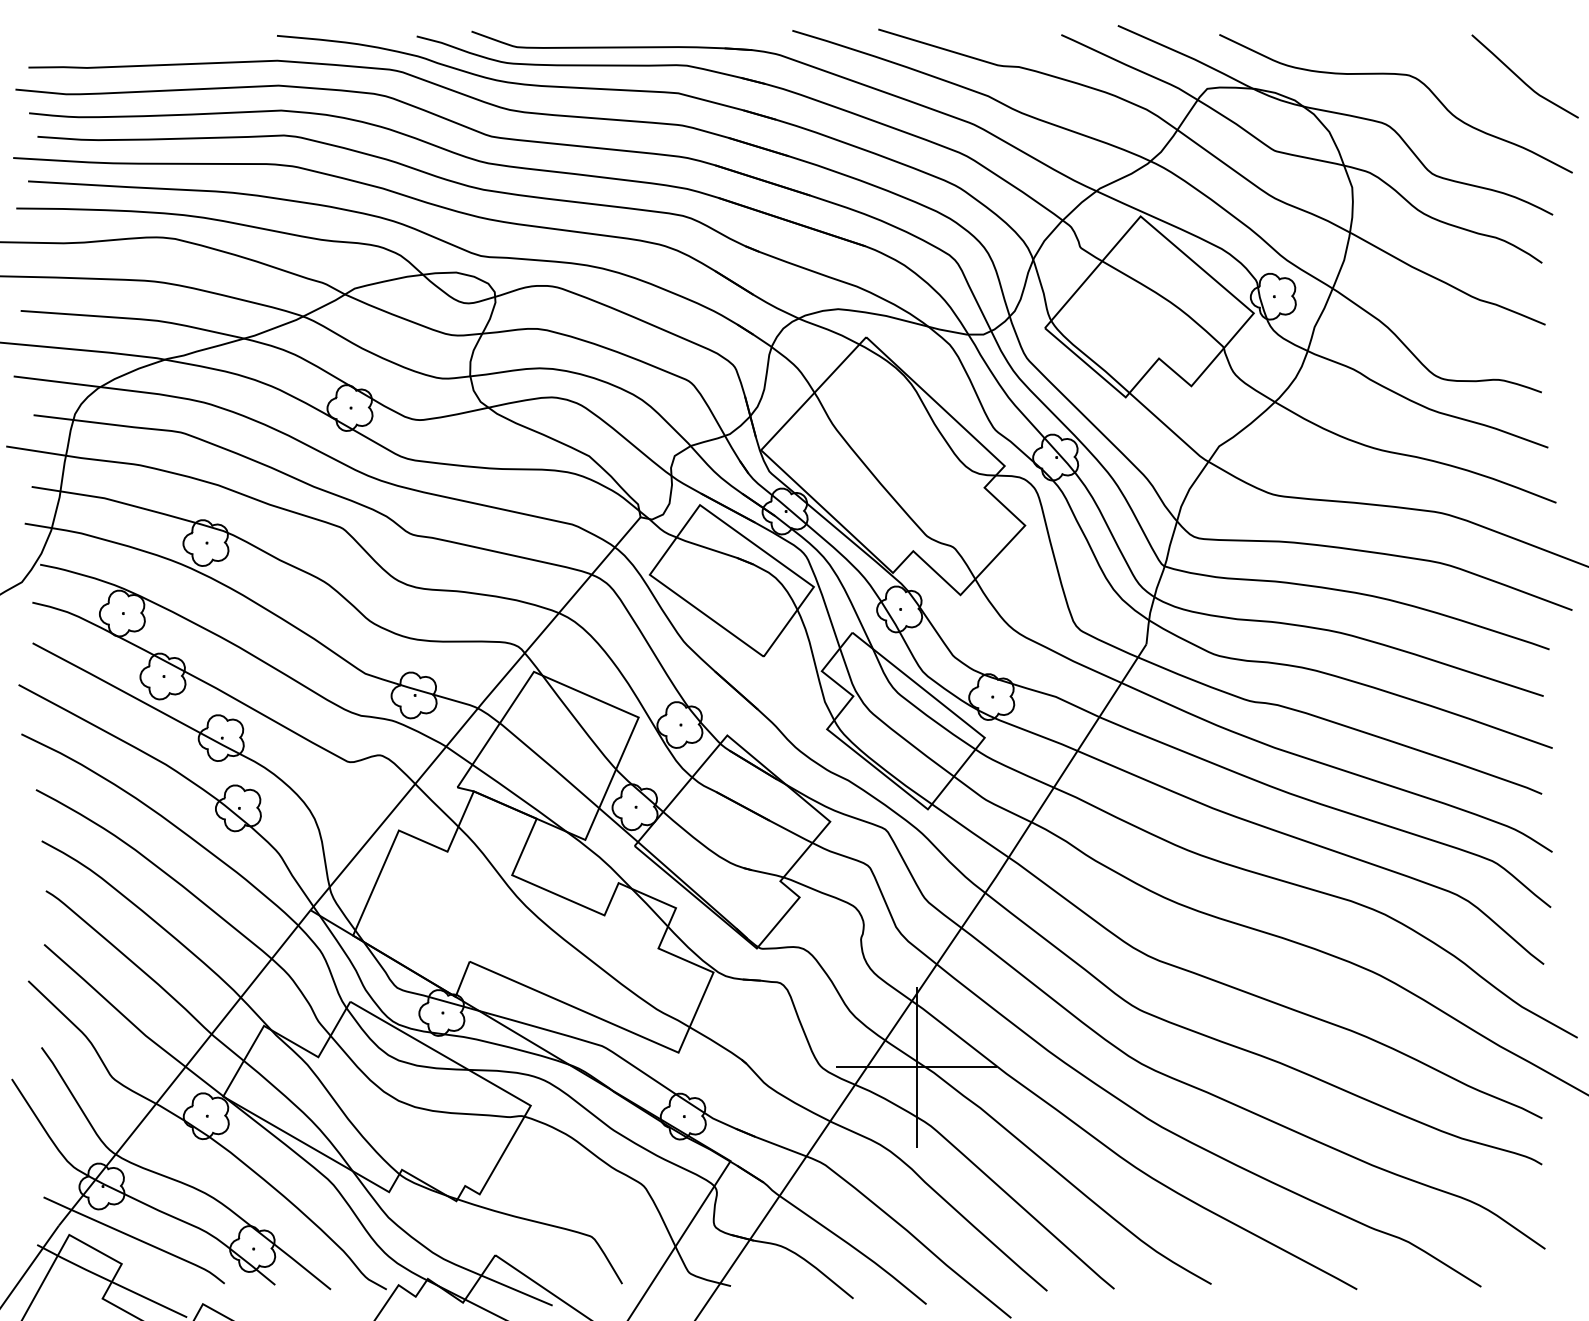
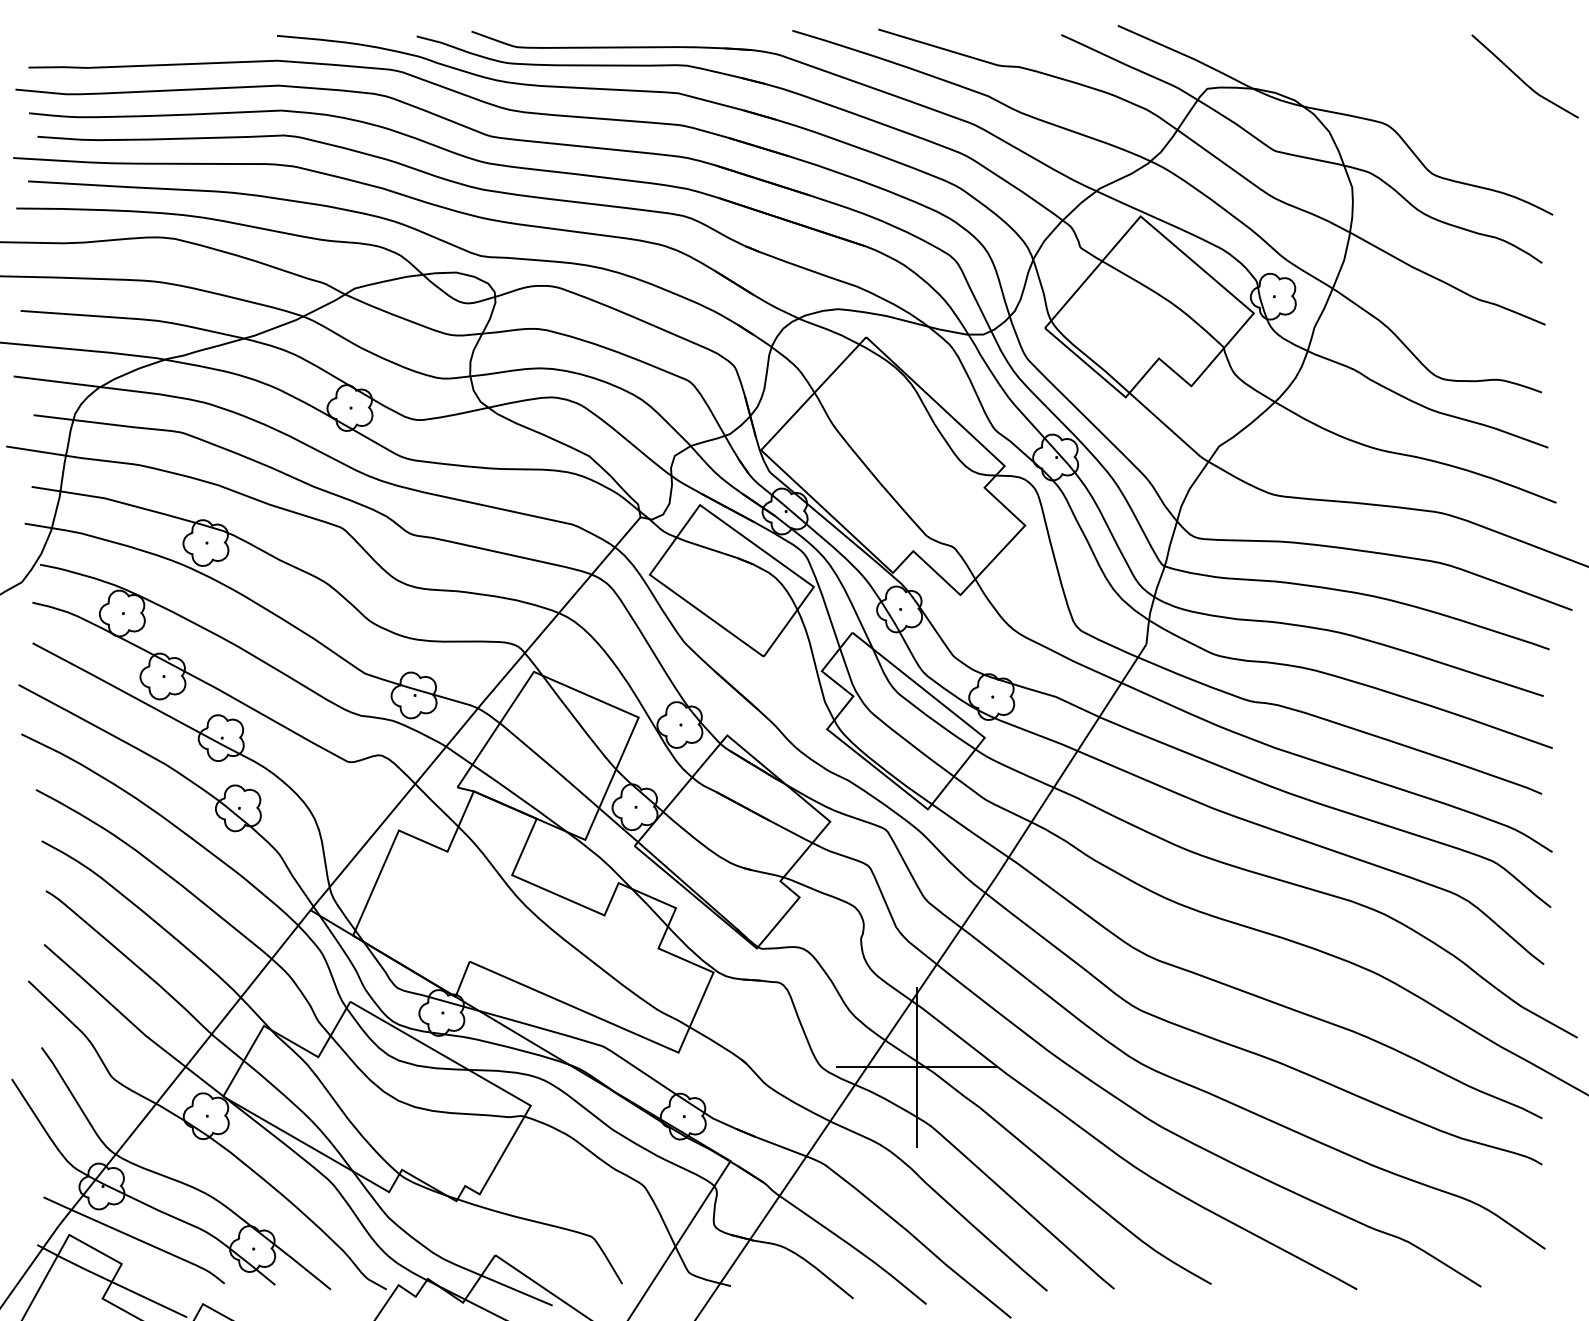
curve at (1397, 75): present -> none
